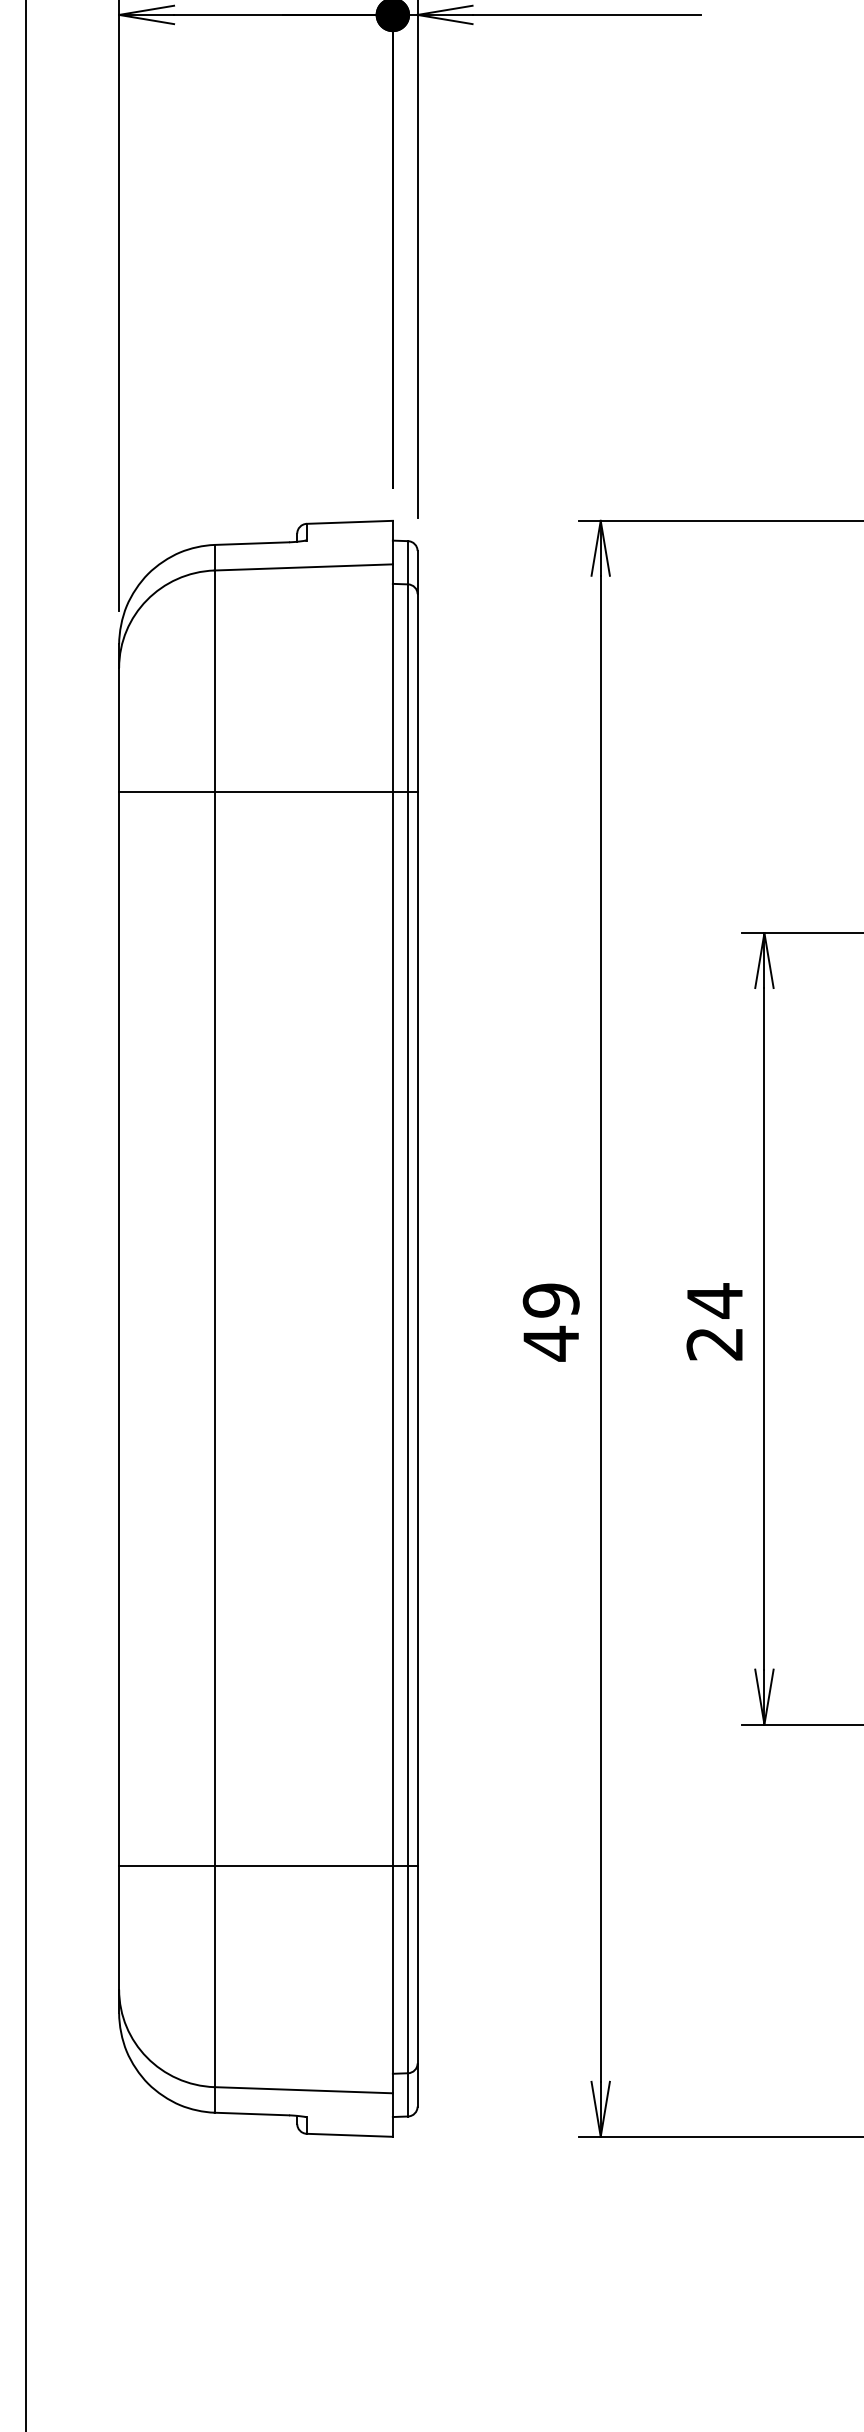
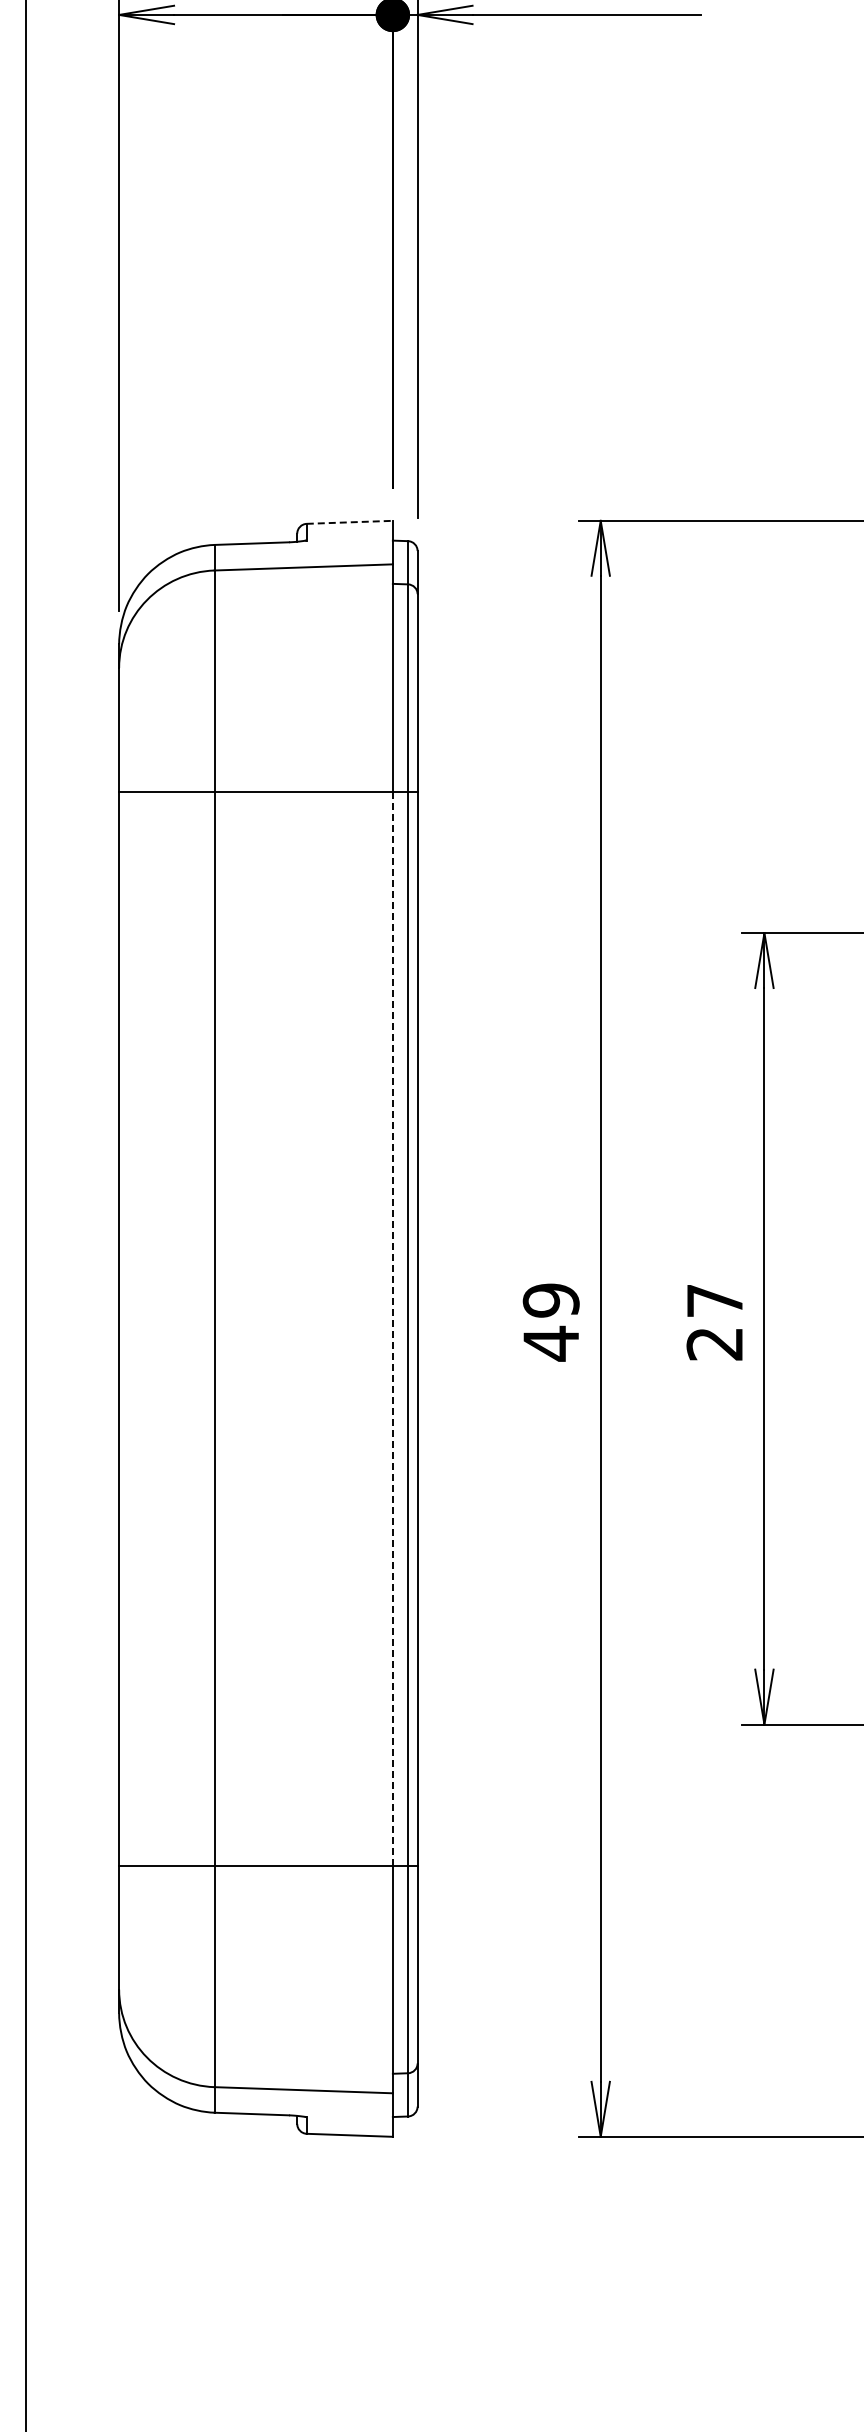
line at (350, 522): solid -> dashed
text at (714, 1300): 24 -> 27
line at (392, 1328): solid -> dashed
